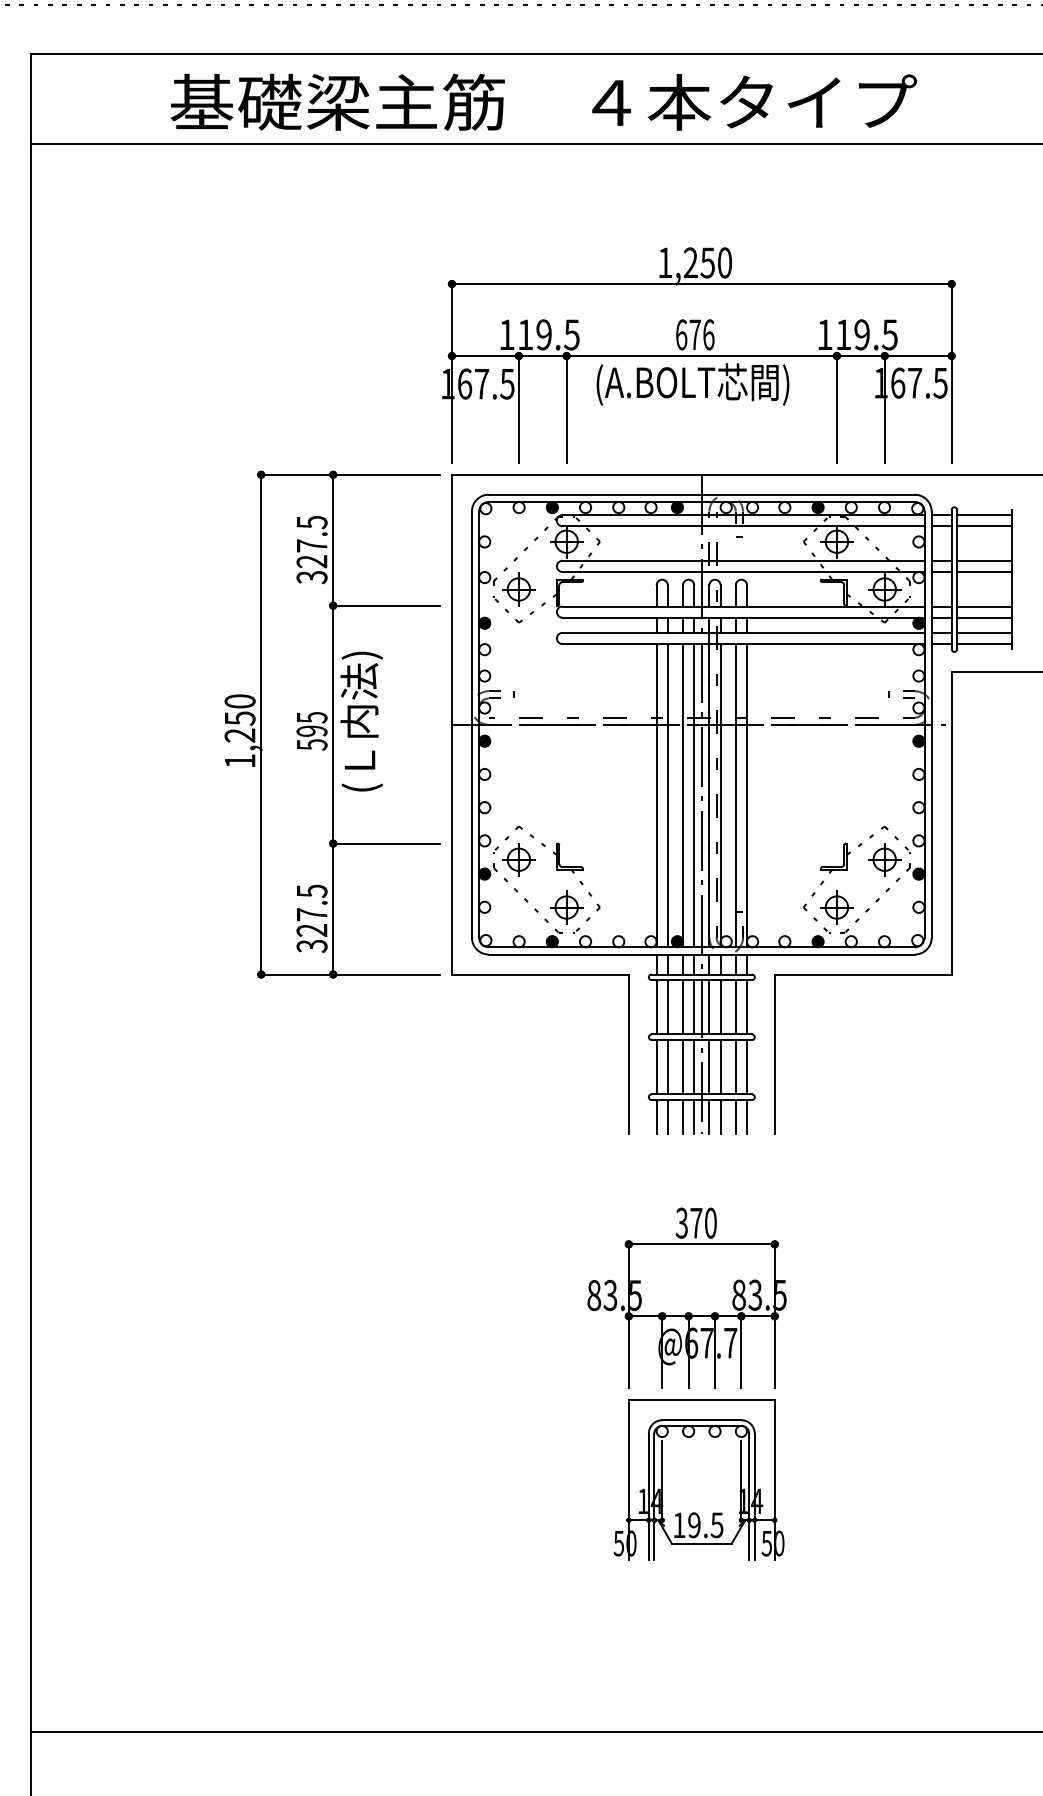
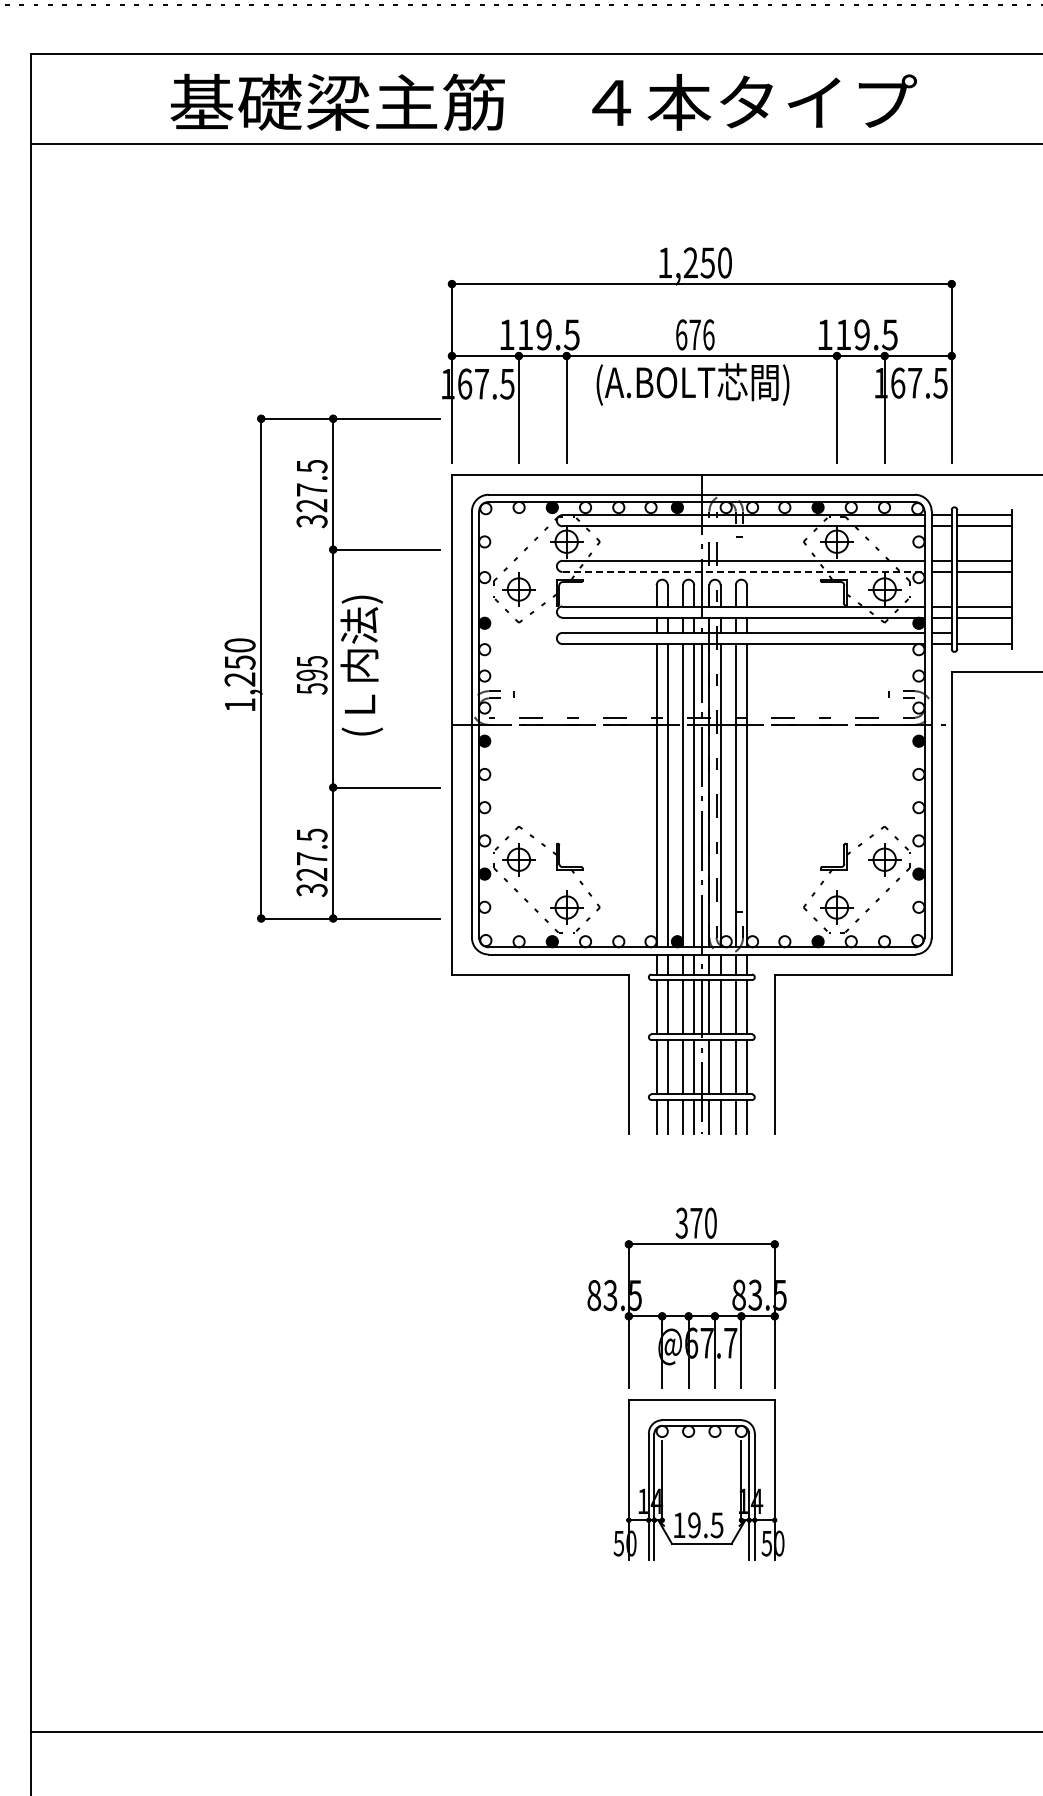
line at (744, 572): solid -> dashed
line at (984, 632): present -> none
part at (332, 724) position: (332, 724) -> (332, 668)
